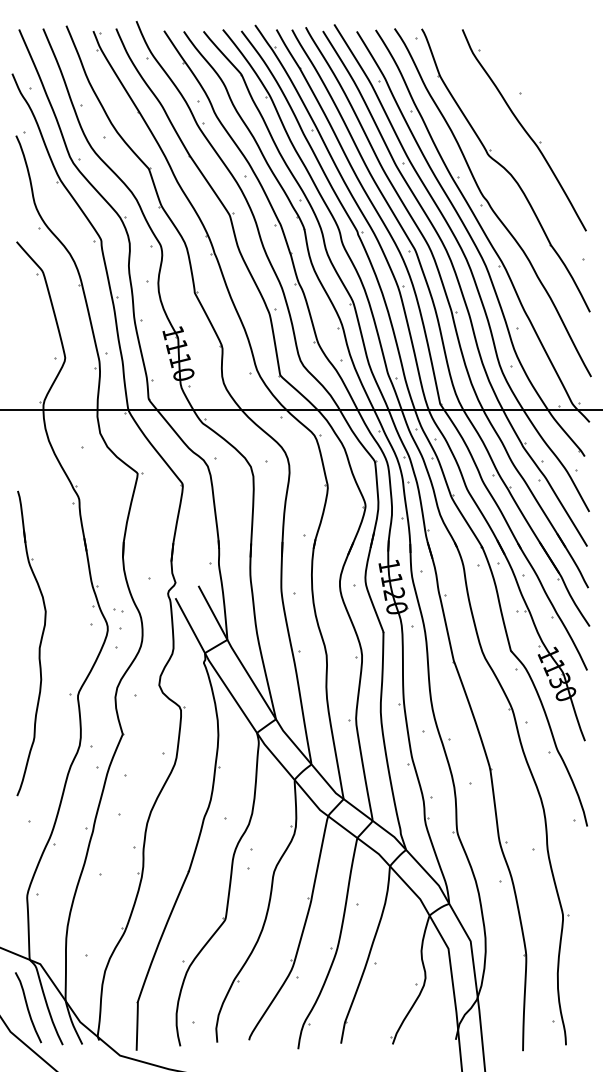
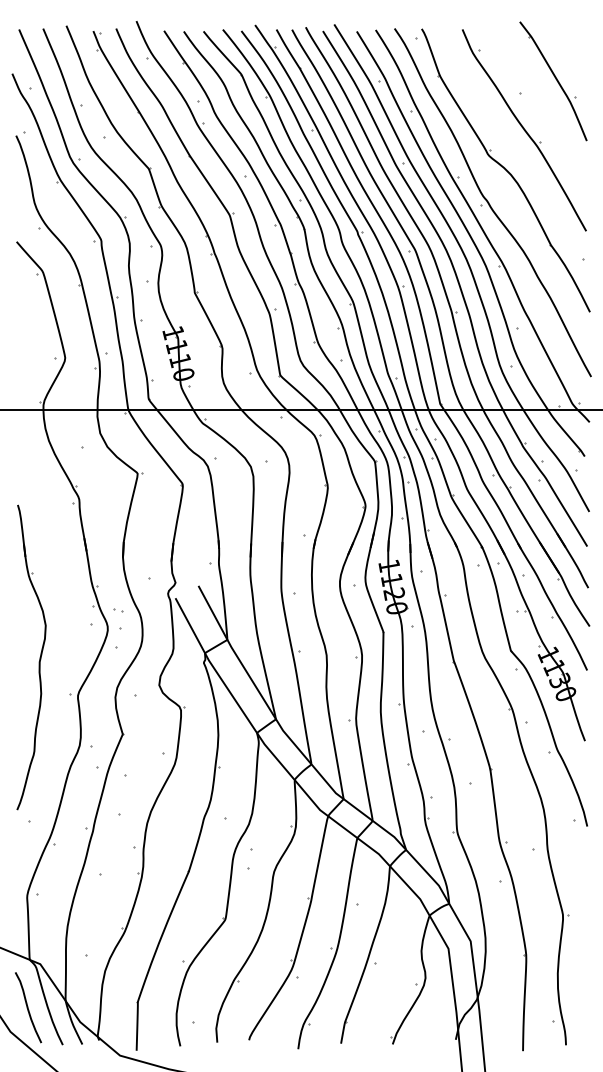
part at (553, 81): none -> present
part at (39, 643) position: (39, 643) -> (39, 657)
